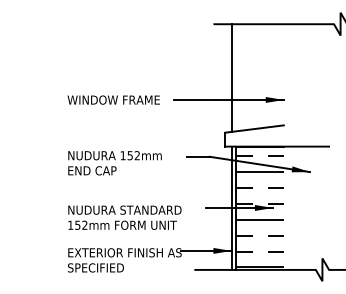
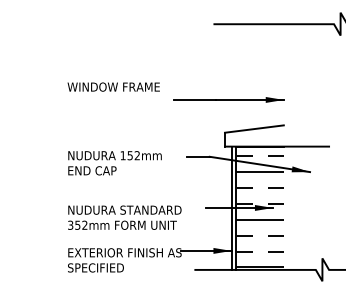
line at (231, 77): present -> none
text at (113, 99) position: (113, 99) -> (113, 86)
text at (70, 224): 152mm -> 352mm
